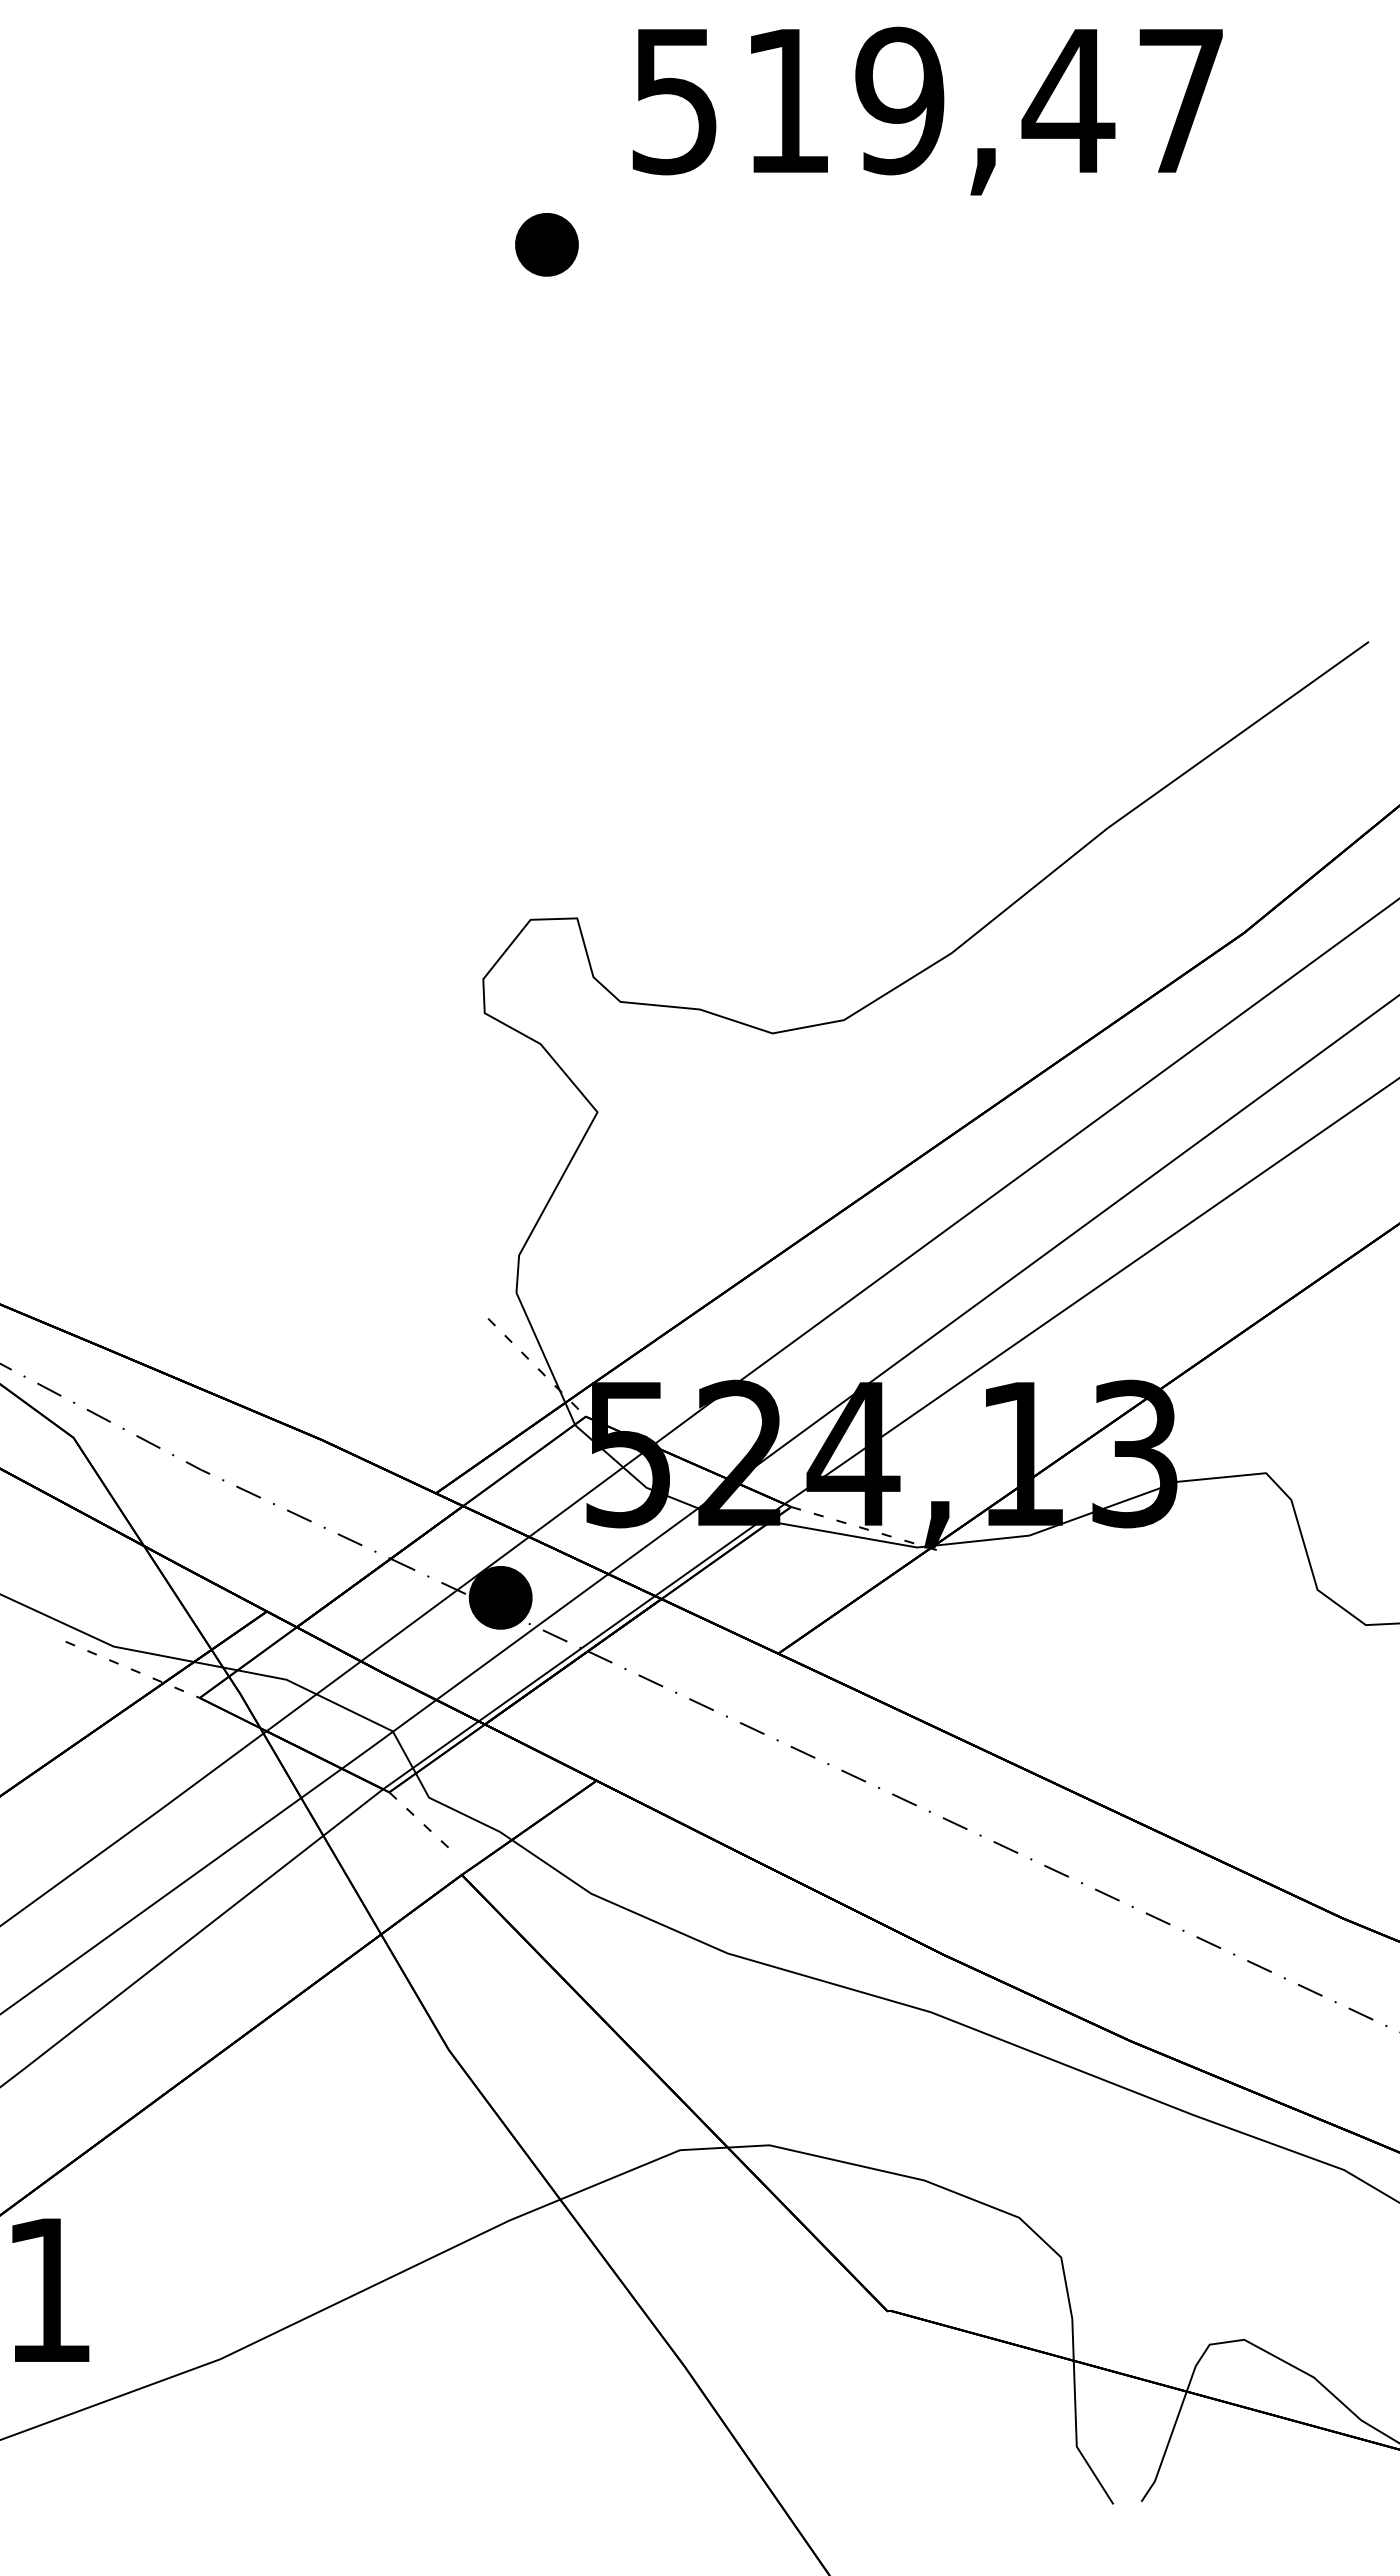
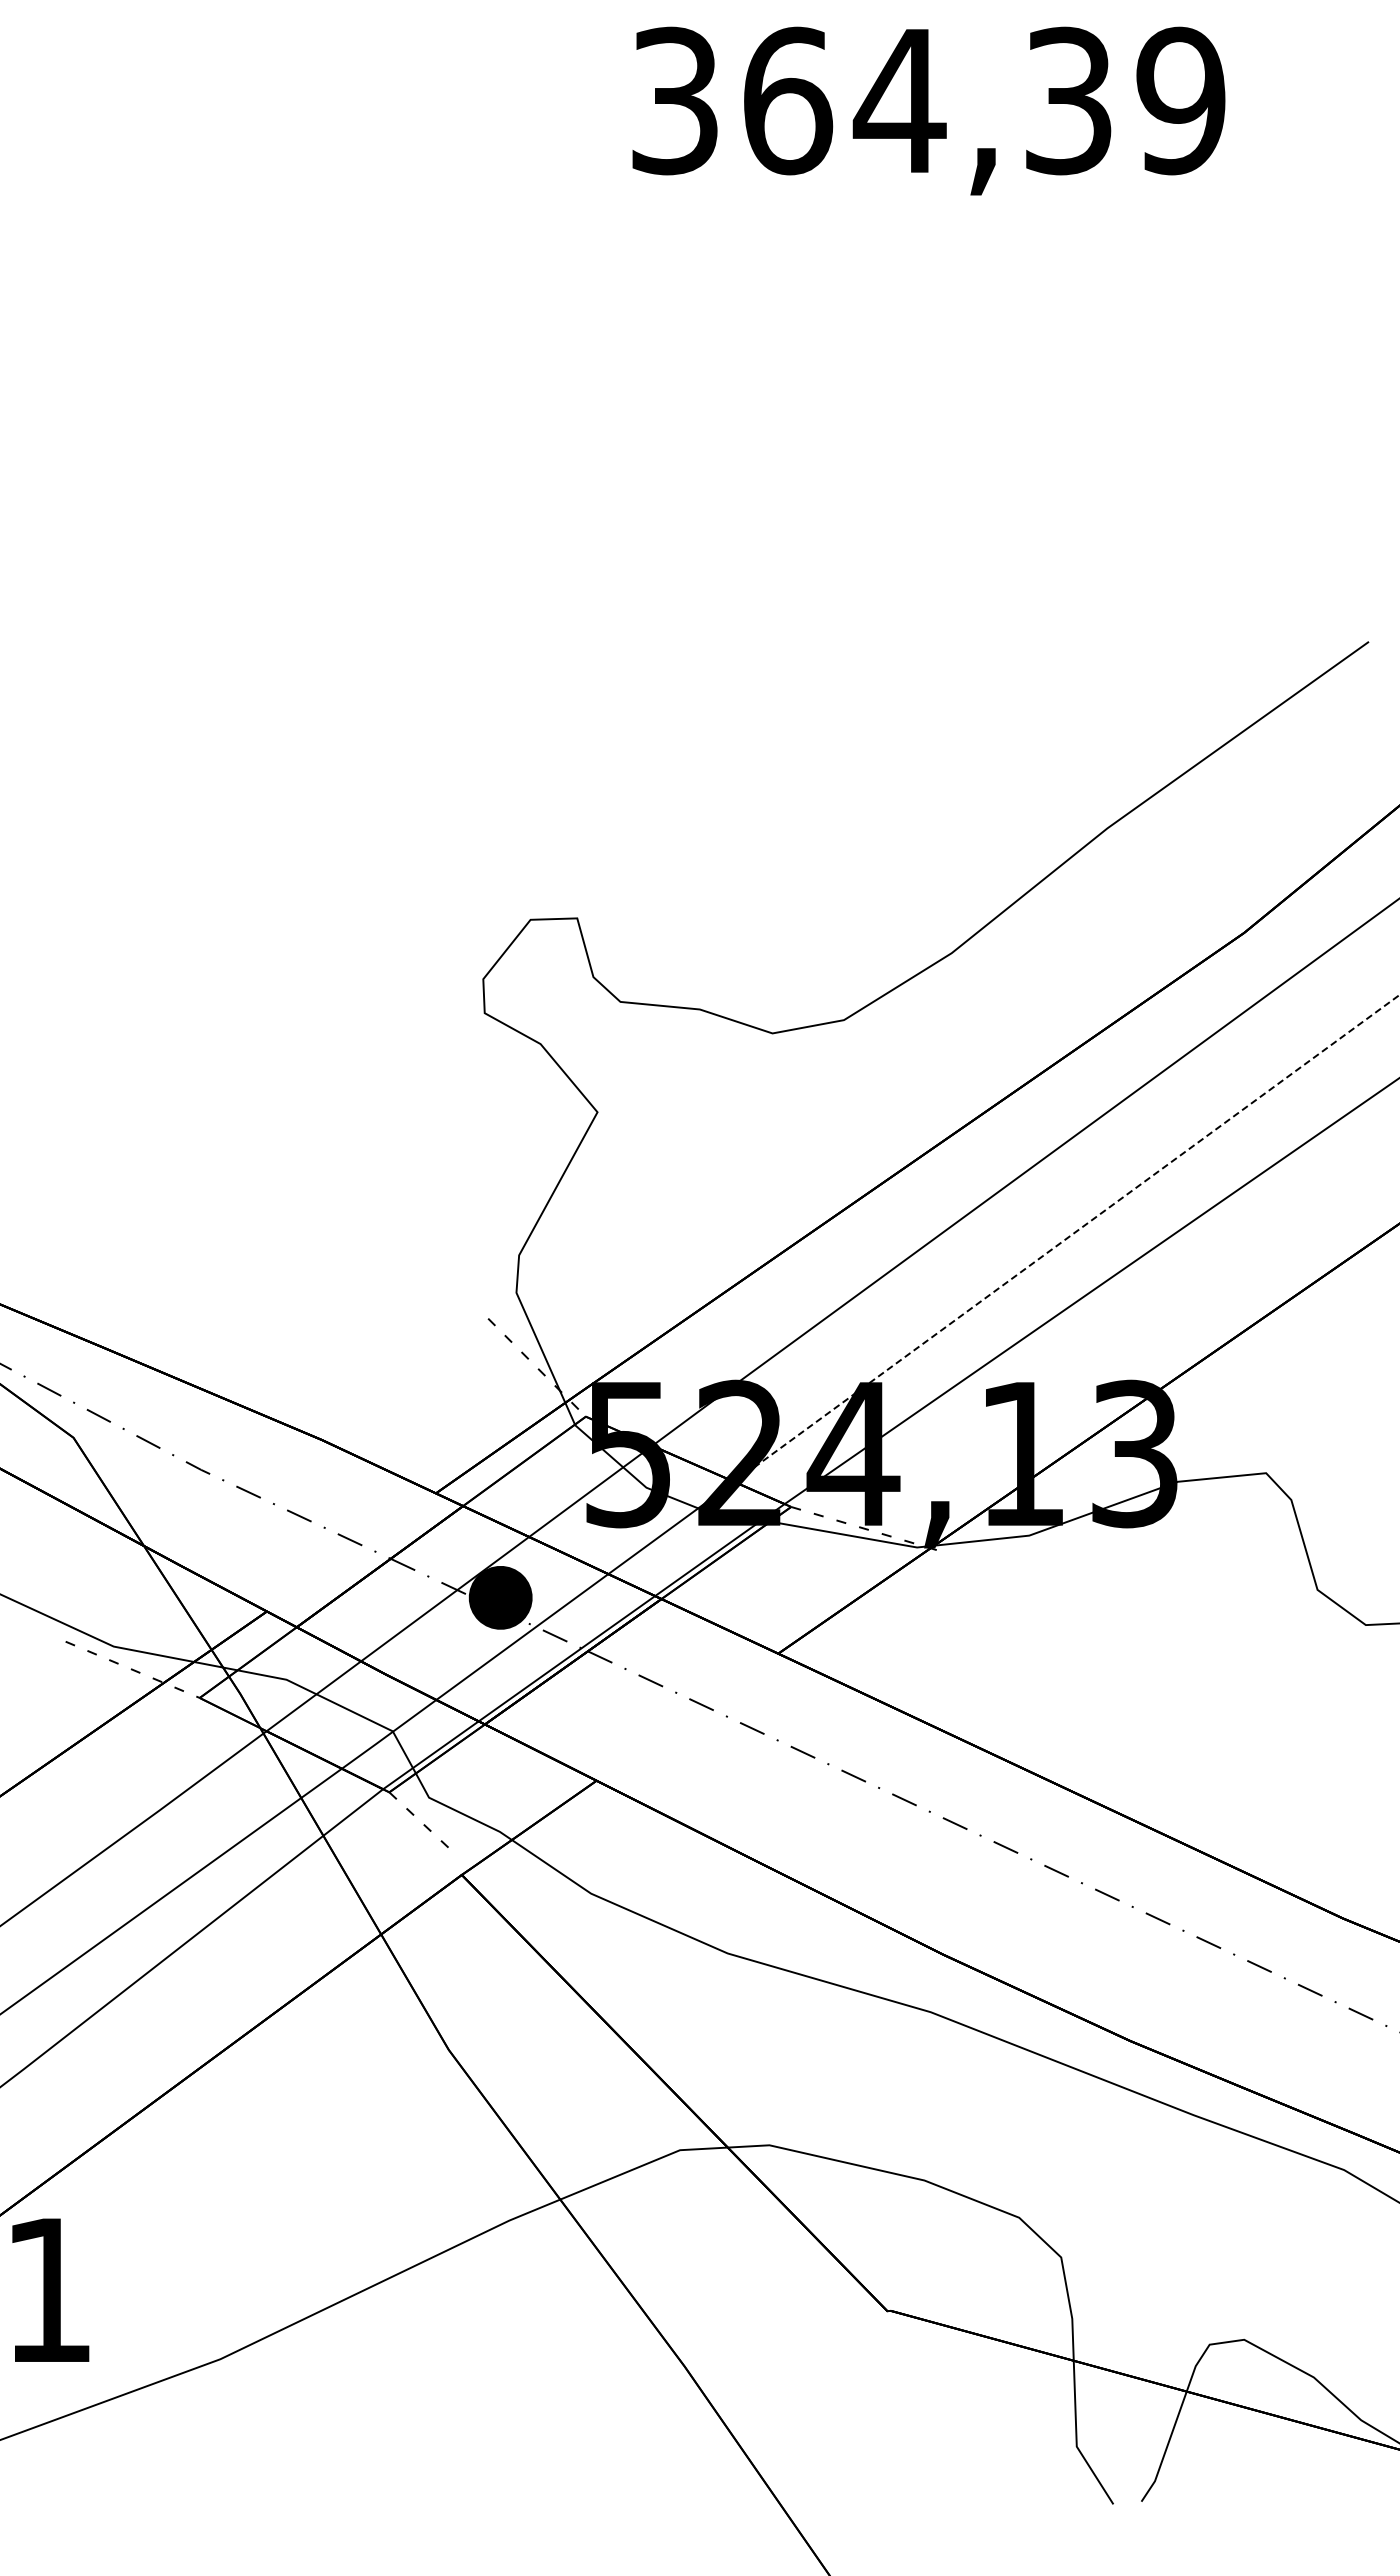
text at (928, 100): 519,47 -> 364,39
part at (546, 244): present -> none
line at (1066, 1238): solid -> dashed
